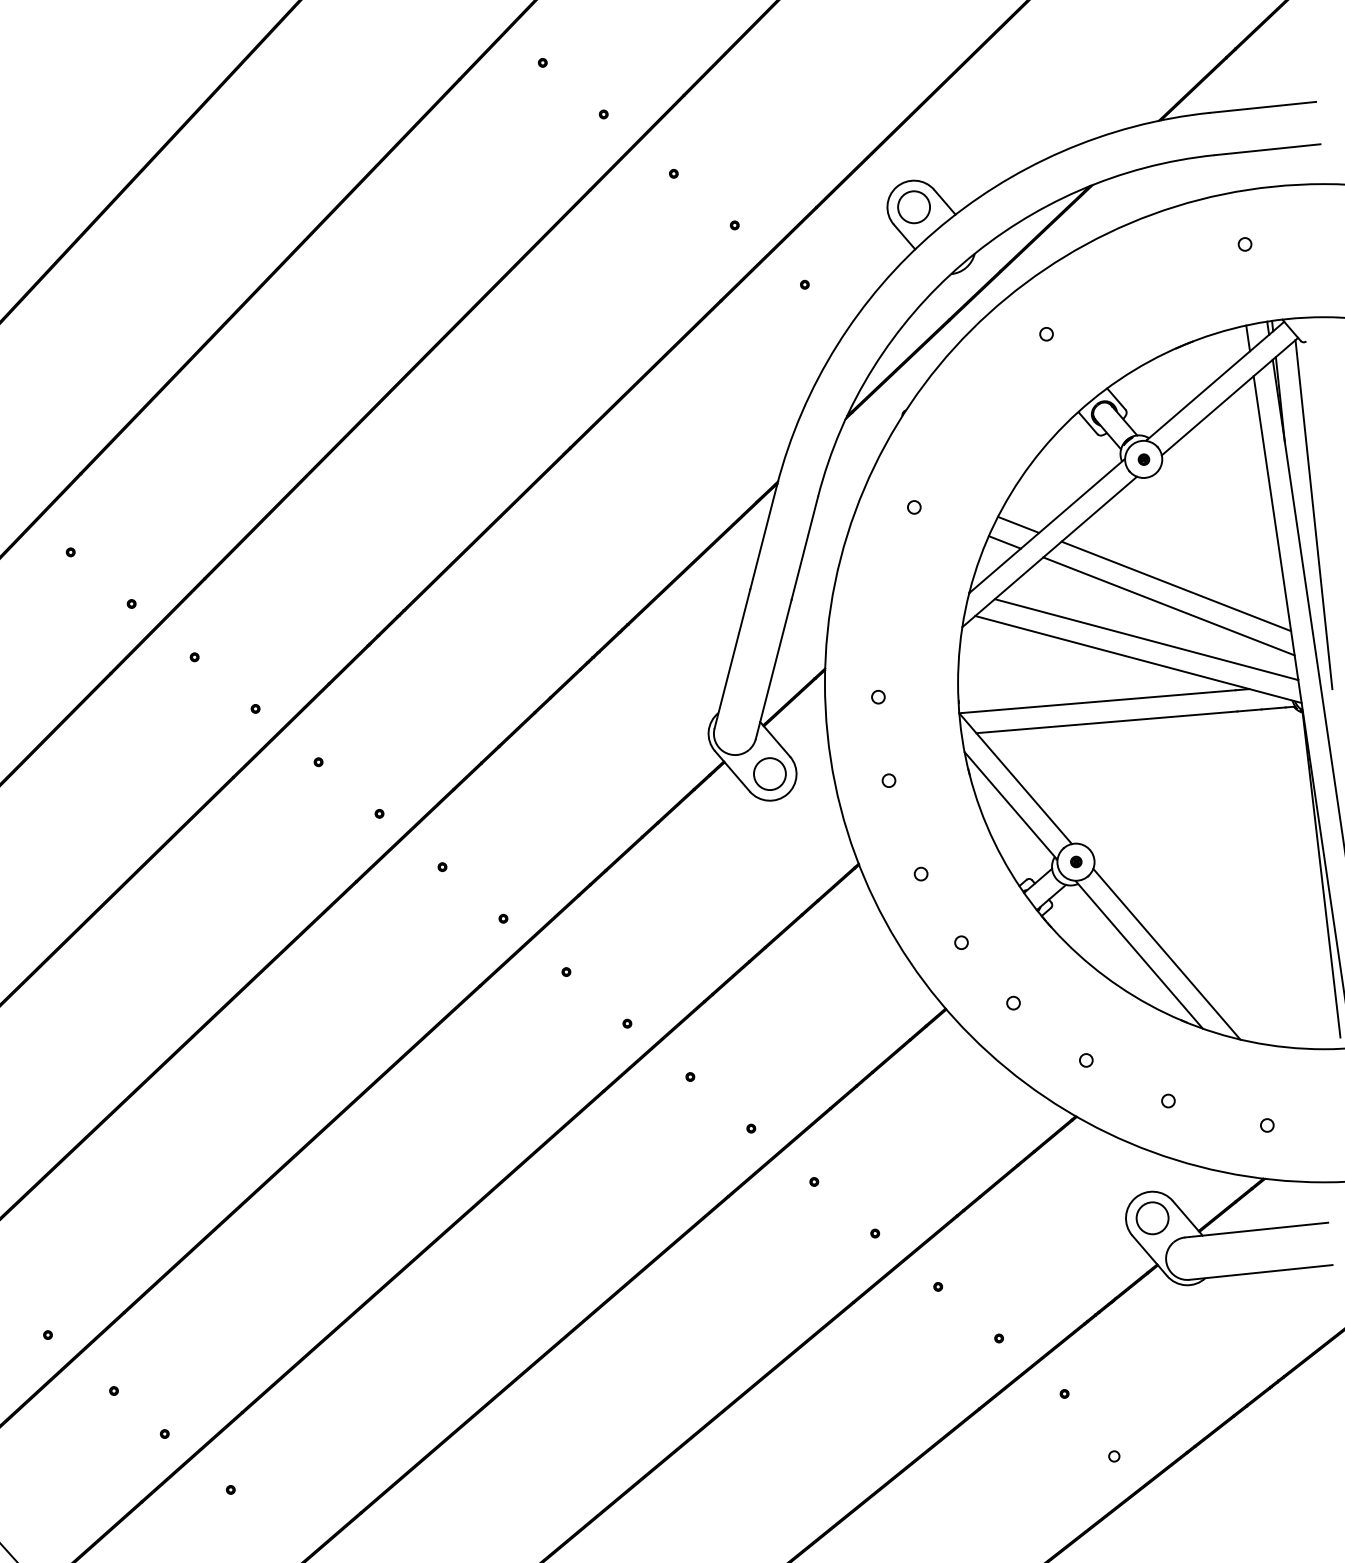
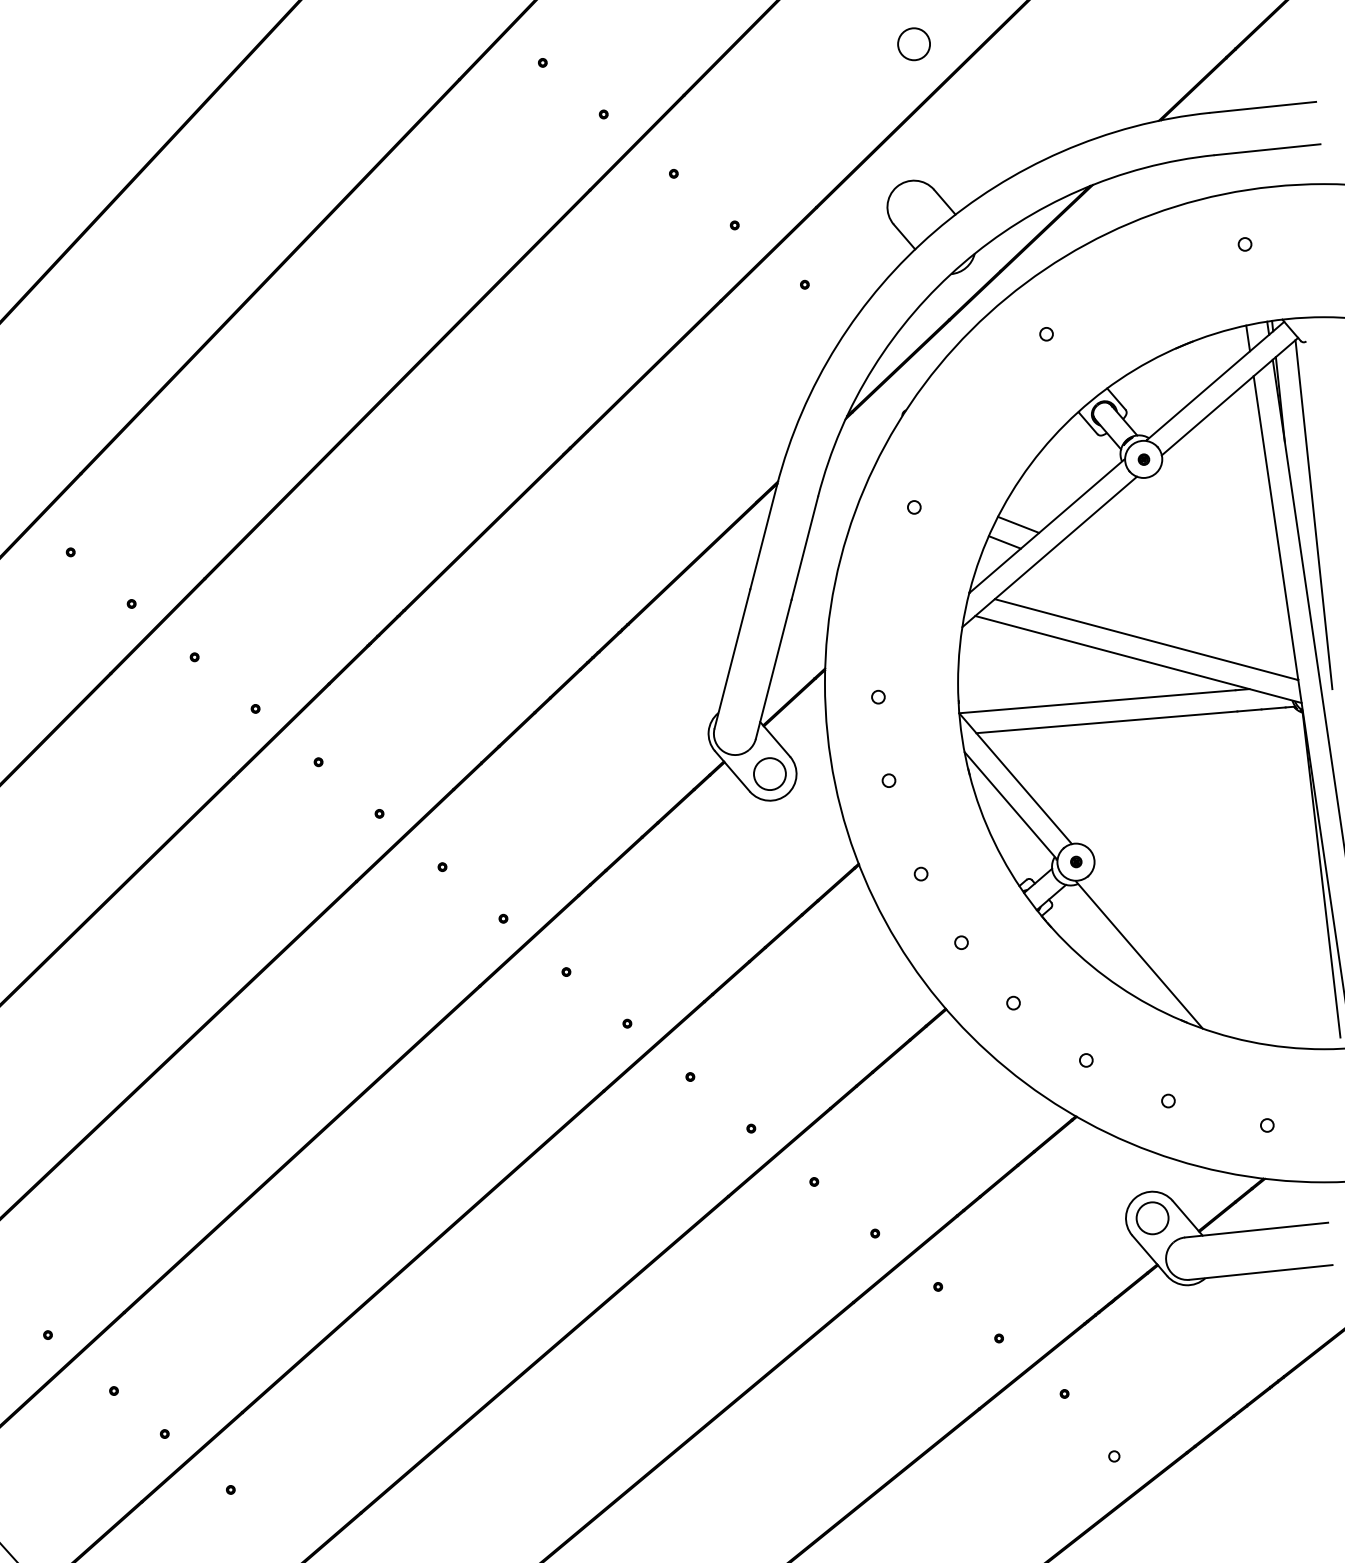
circle at (913, 207) position: (913, 207) -> (913, 44)
line at (1176, 586): present -> none
line at (1168, 606): present -> none
line at (1166, 953): present -> none
